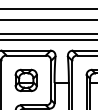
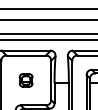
part at (25, 80) size: 24x25 px -> 16x15 px
